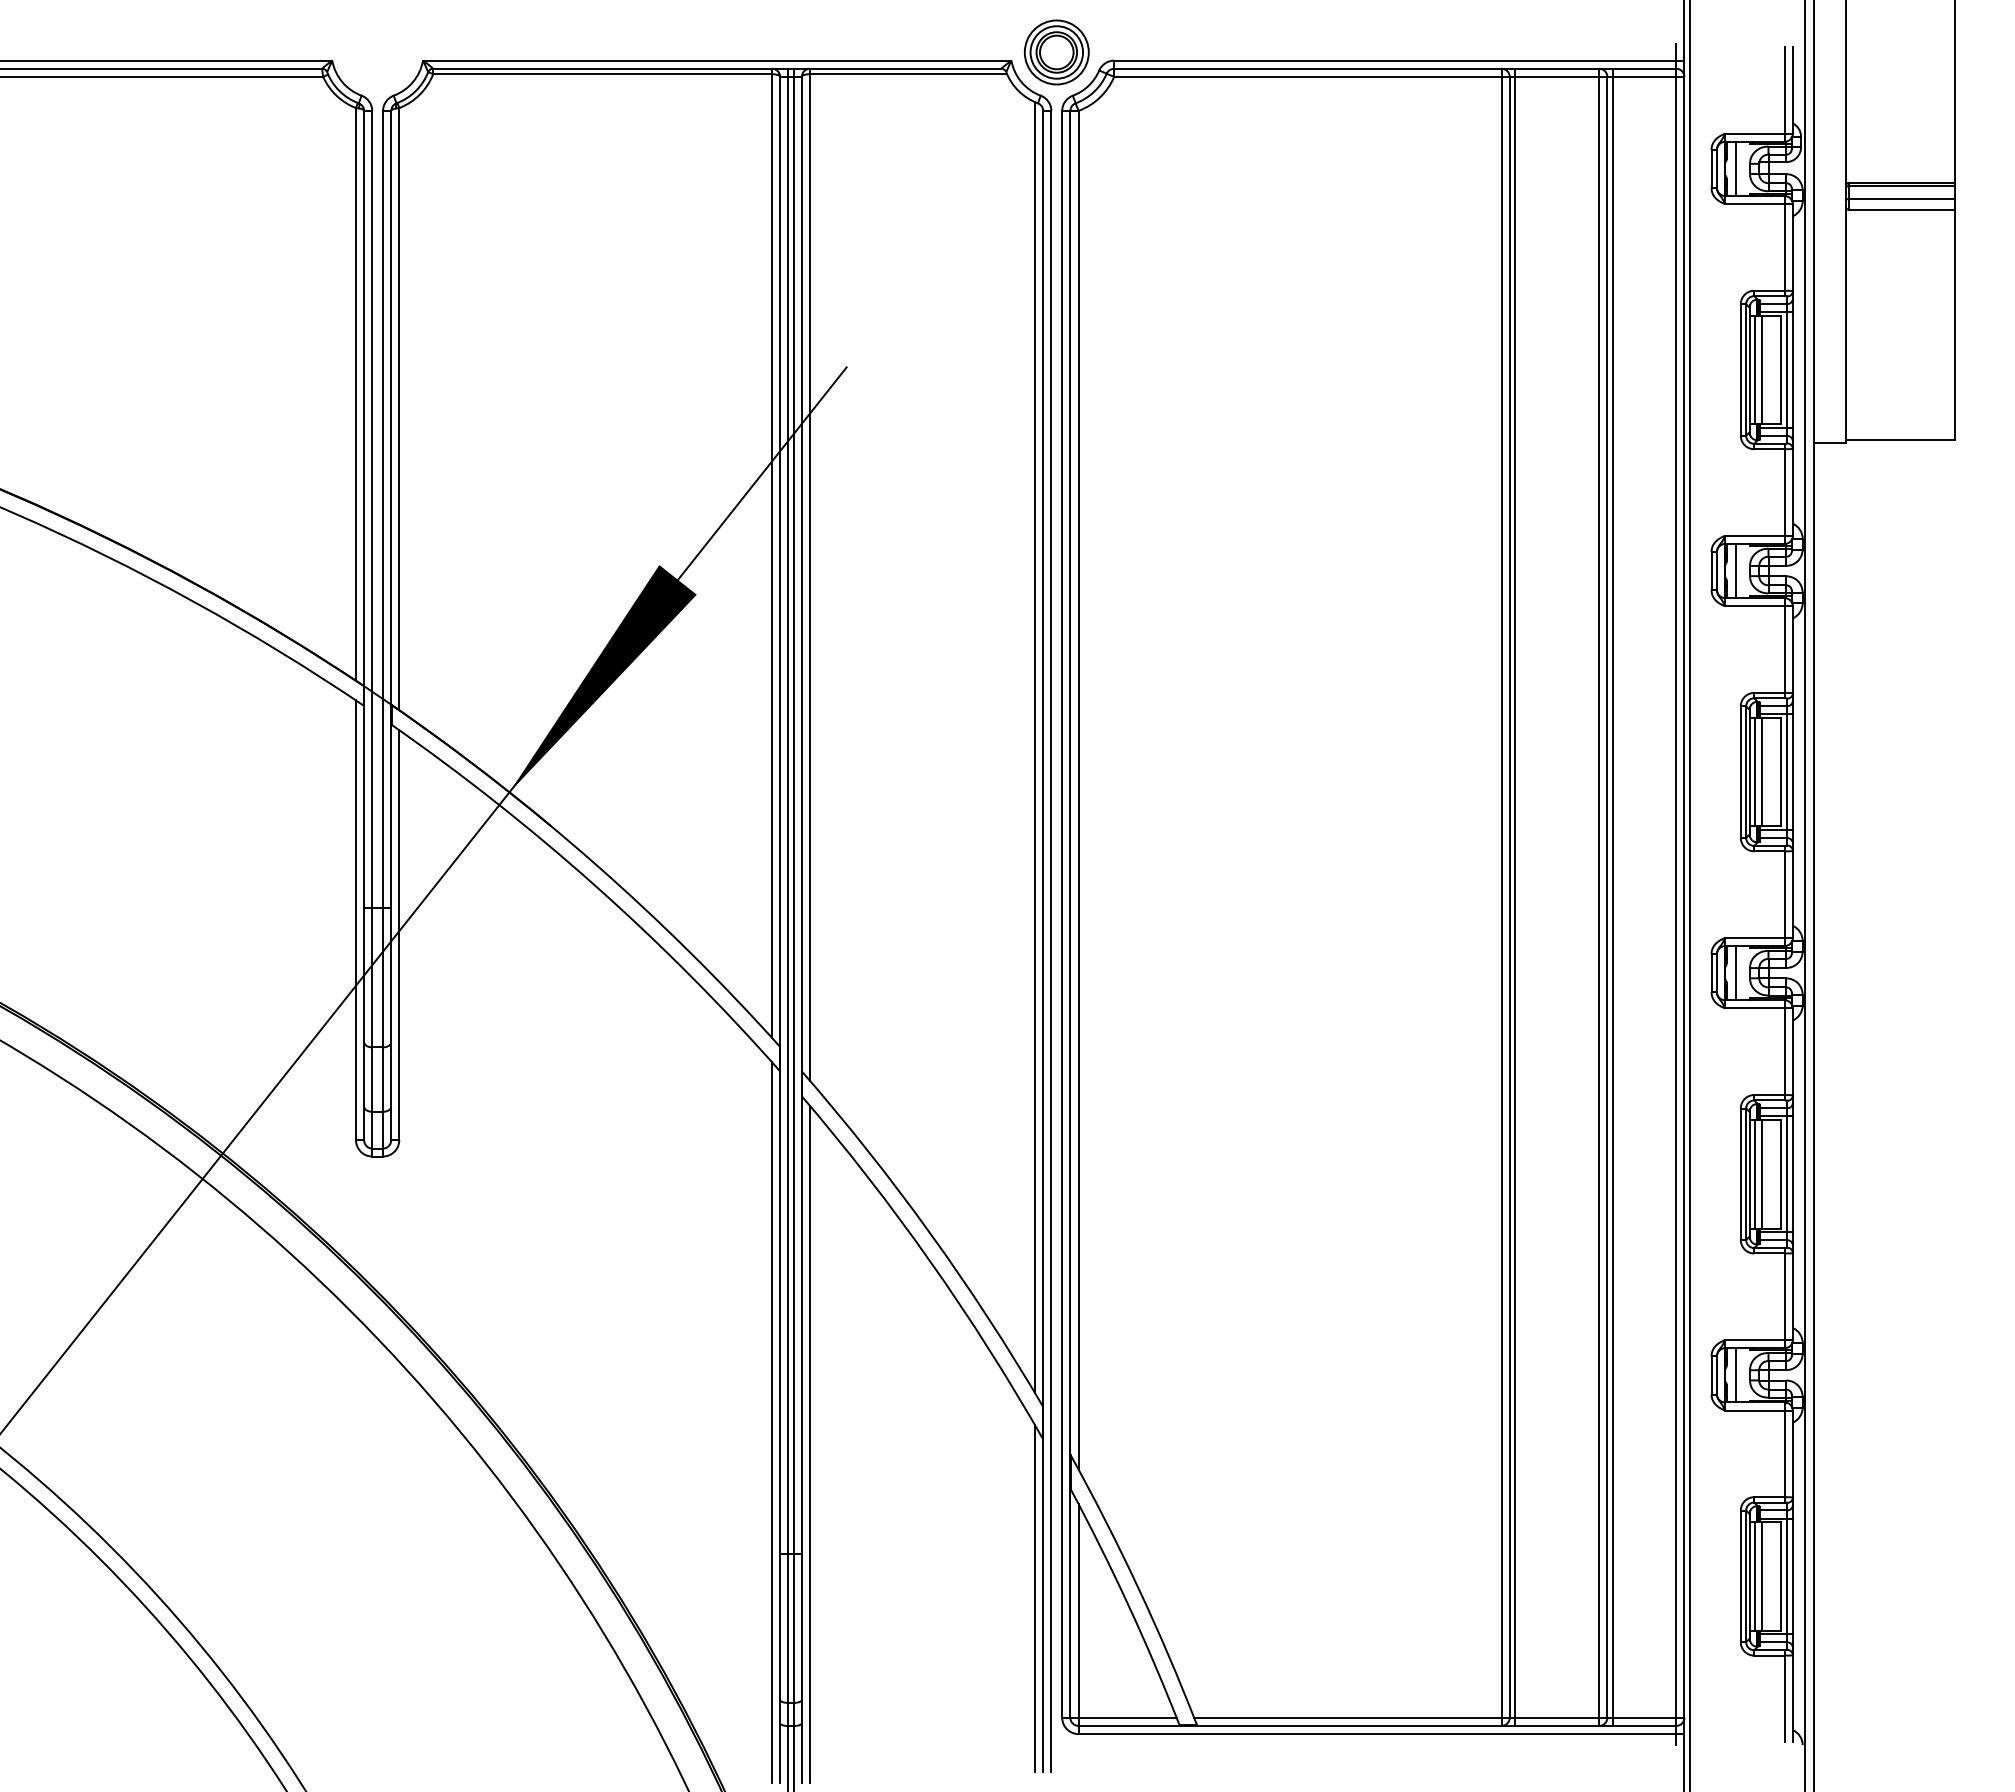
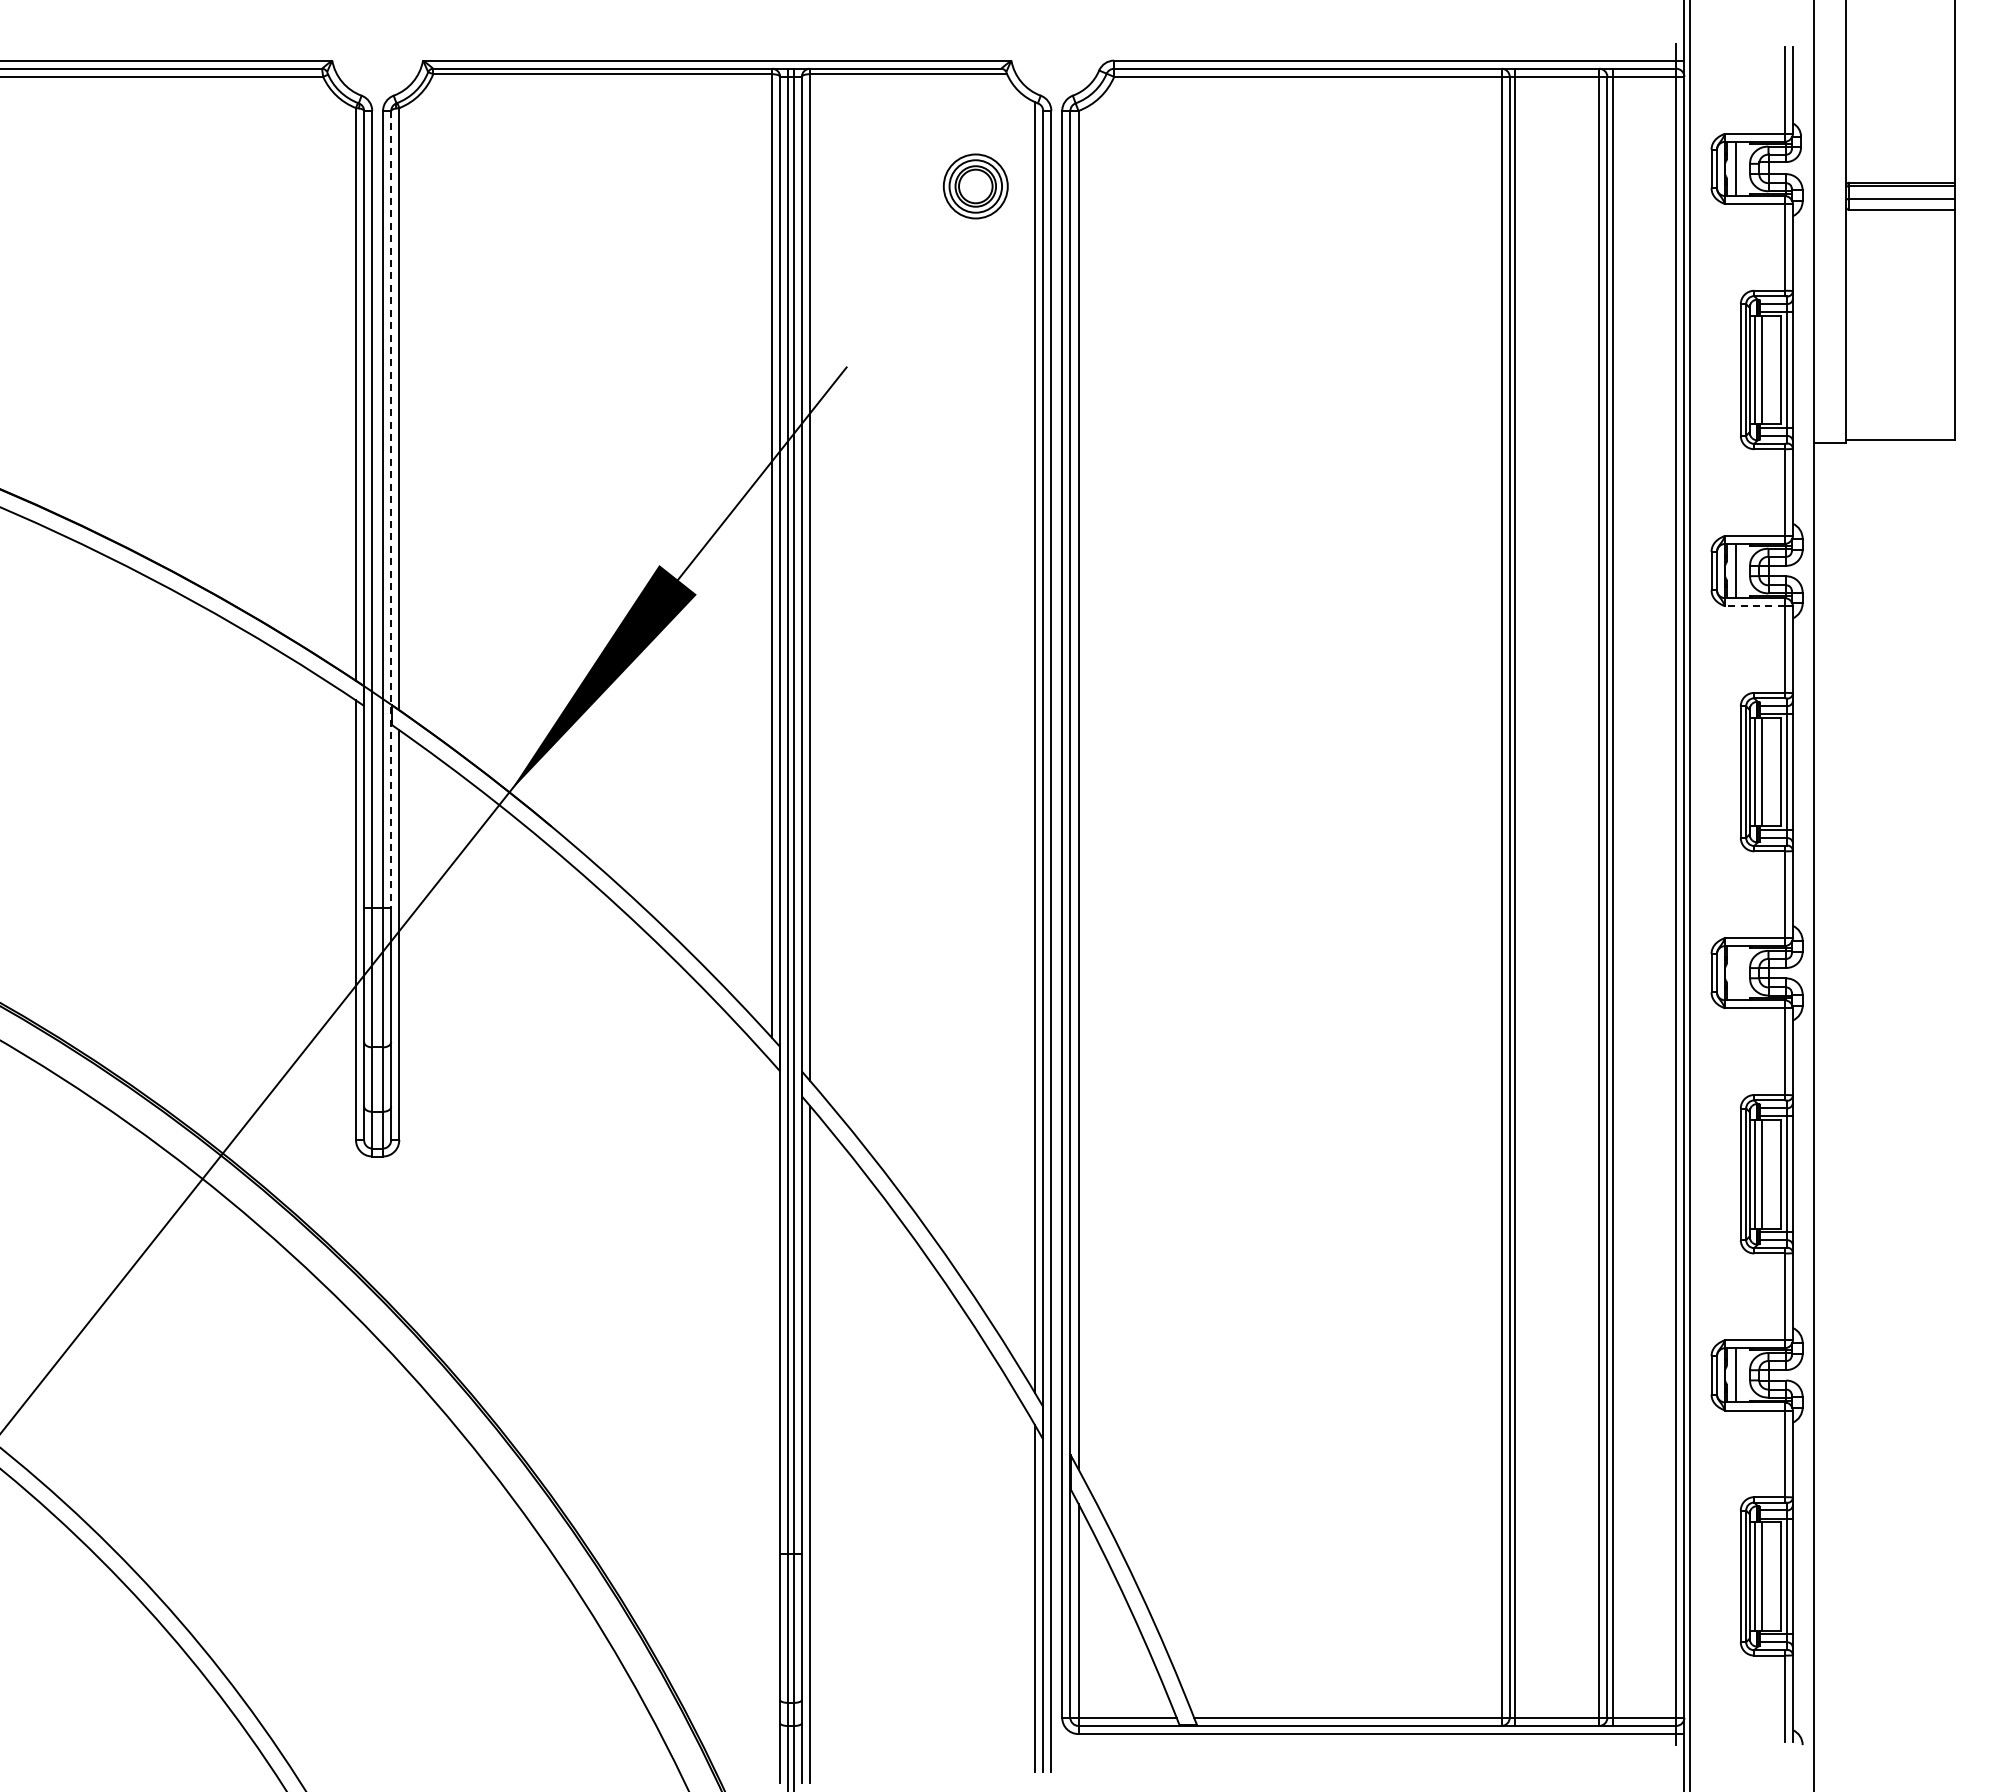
part at (1056, 52) position: (1056, 52) -> (975, 186)
line at (391, 509): solid -> dashed
line at (1754, 606): solid -> dashed
line at (1805, 895): present -> none
line at (1735, 973): present -> none
line at (772, 1422): present -> none
